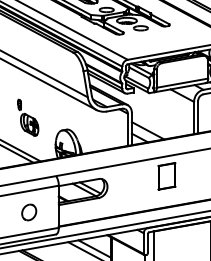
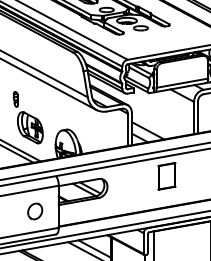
part at (28, 117) size: 23x39 px -> 32x54 px
line at (104, 161): none -> present
part at (29, 212) position: (29, 212) -> (35, 211)
